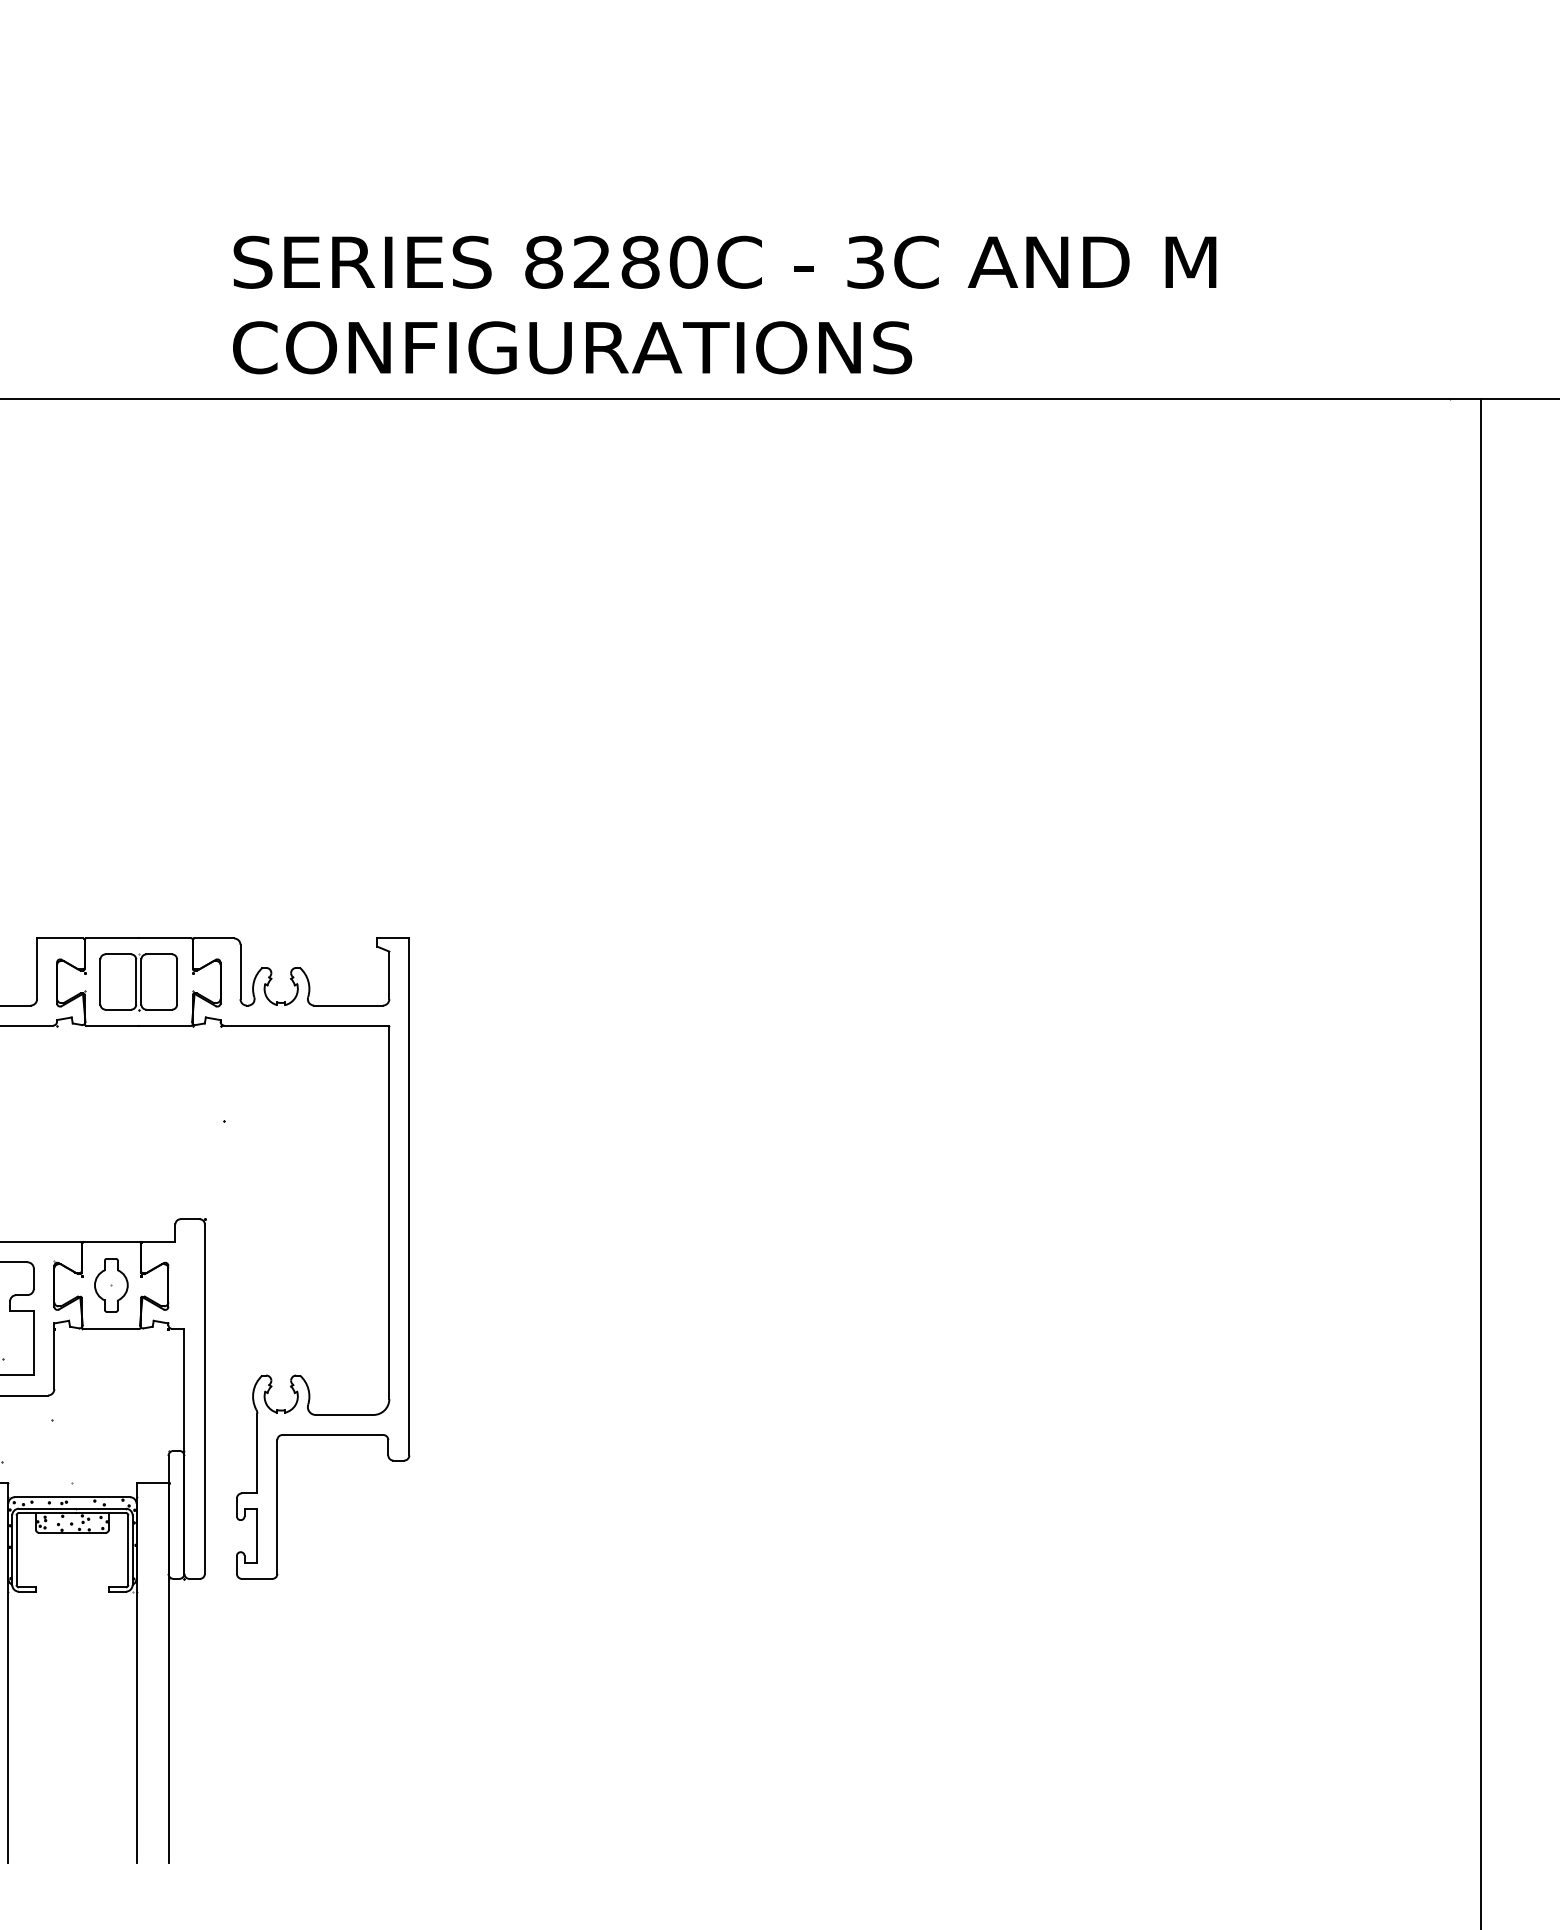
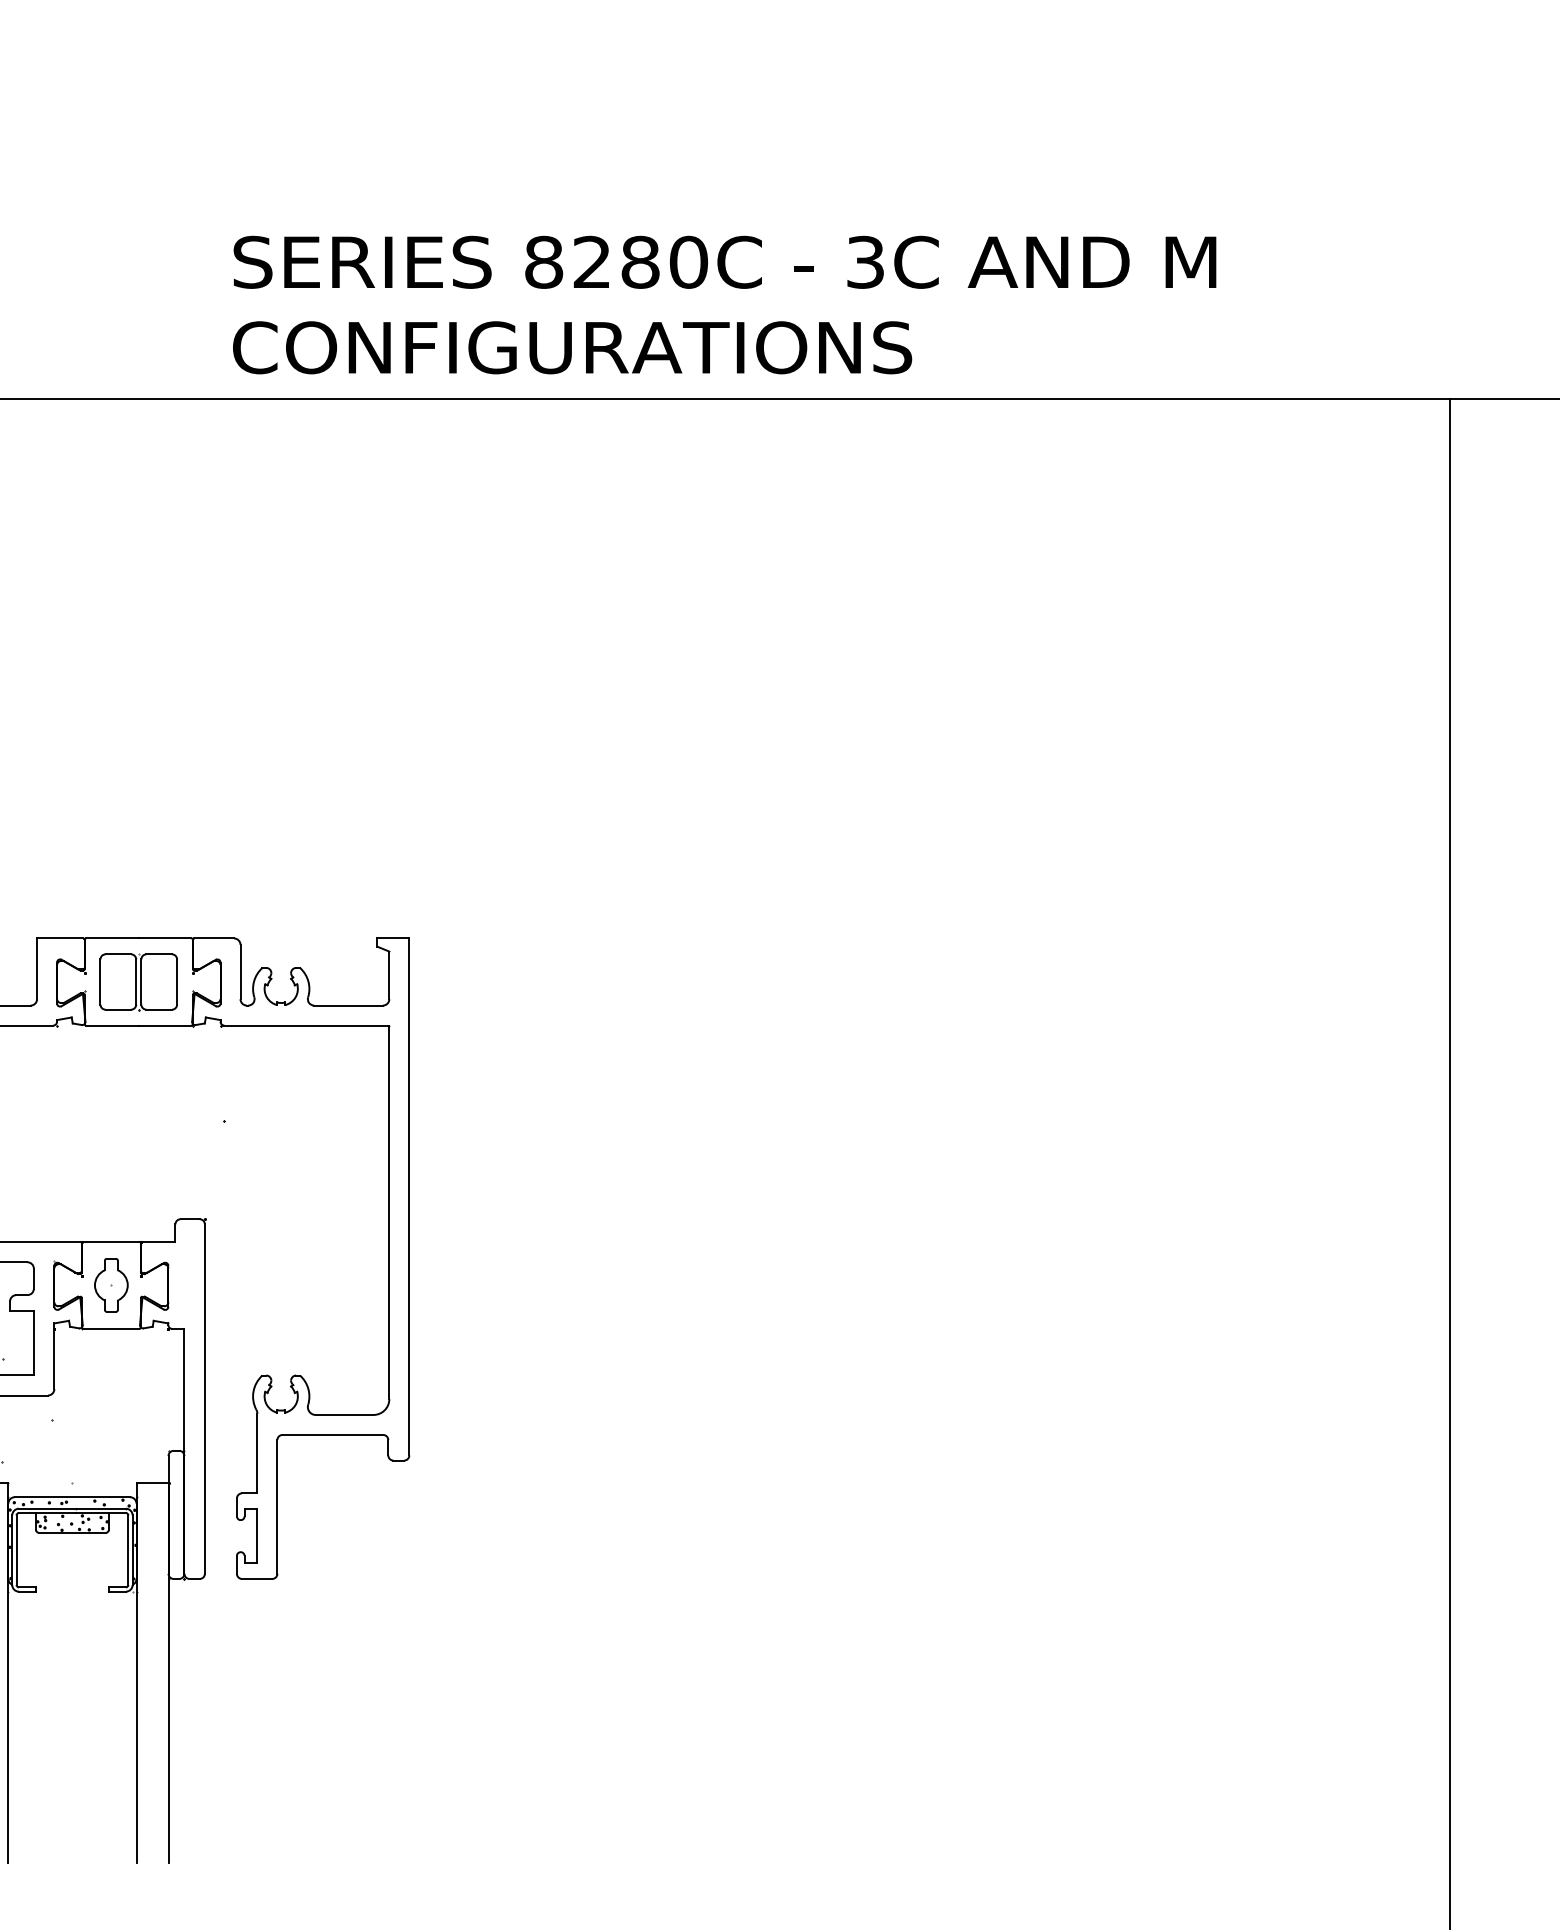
line at (1481, 1162) position: (1481, 1162) -> (1450, 1162)
